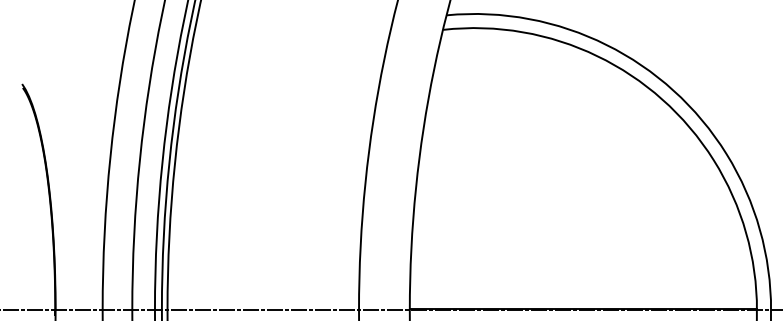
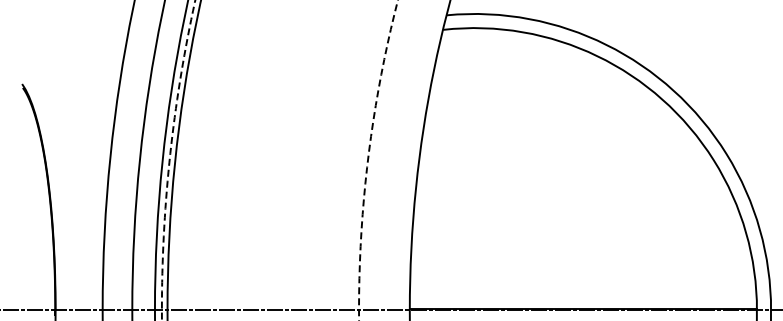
circle at (178, 160): solid -> dashed
circle at (378, 160): solid -> dashed
